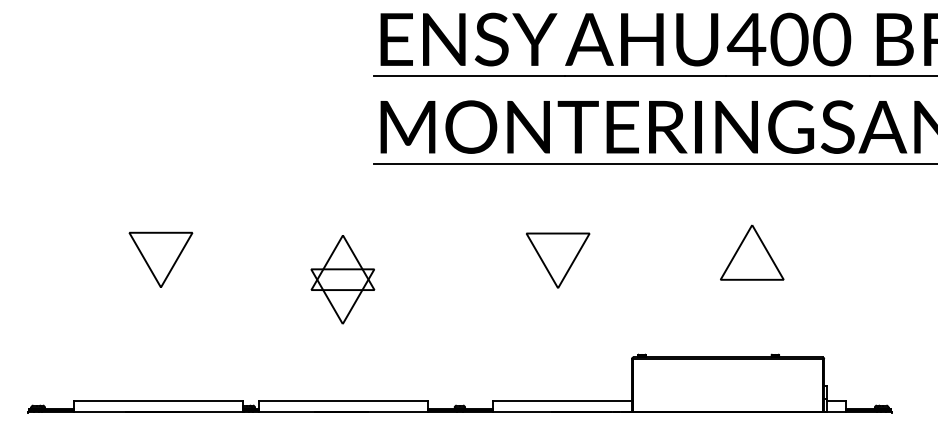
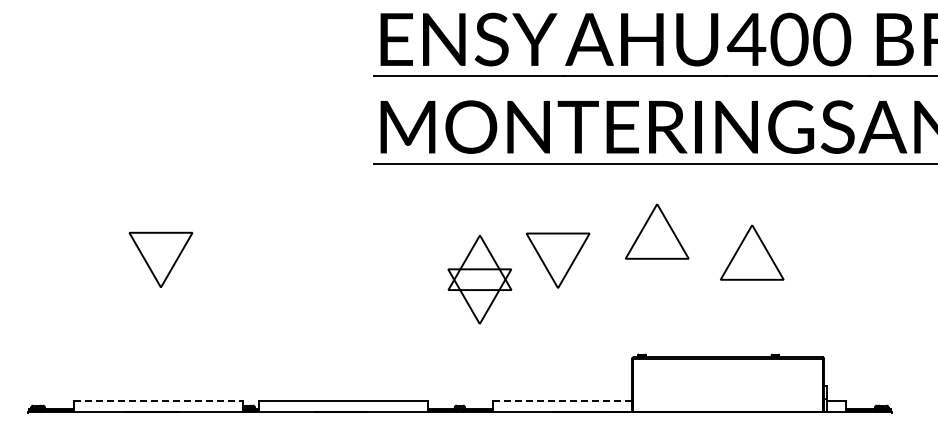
part at (657, 231): none -> present
part at (342, 279) position: (342, 279) -> (479, 279)
line at (158, 400): solid -> dashed
line at (563, 400): solid -> dashed
